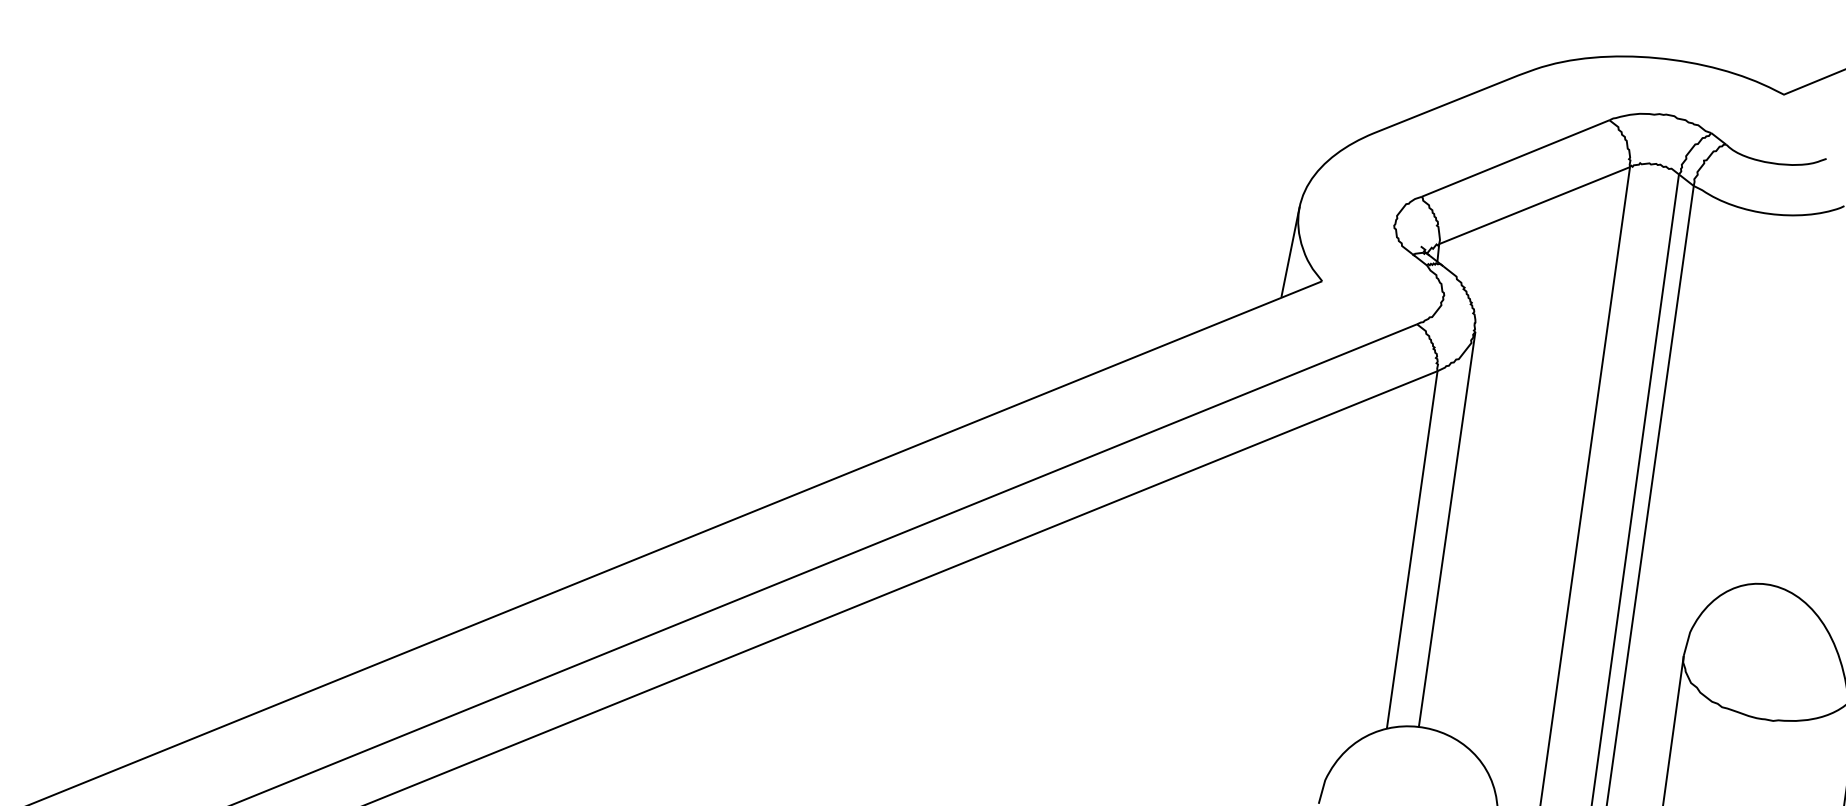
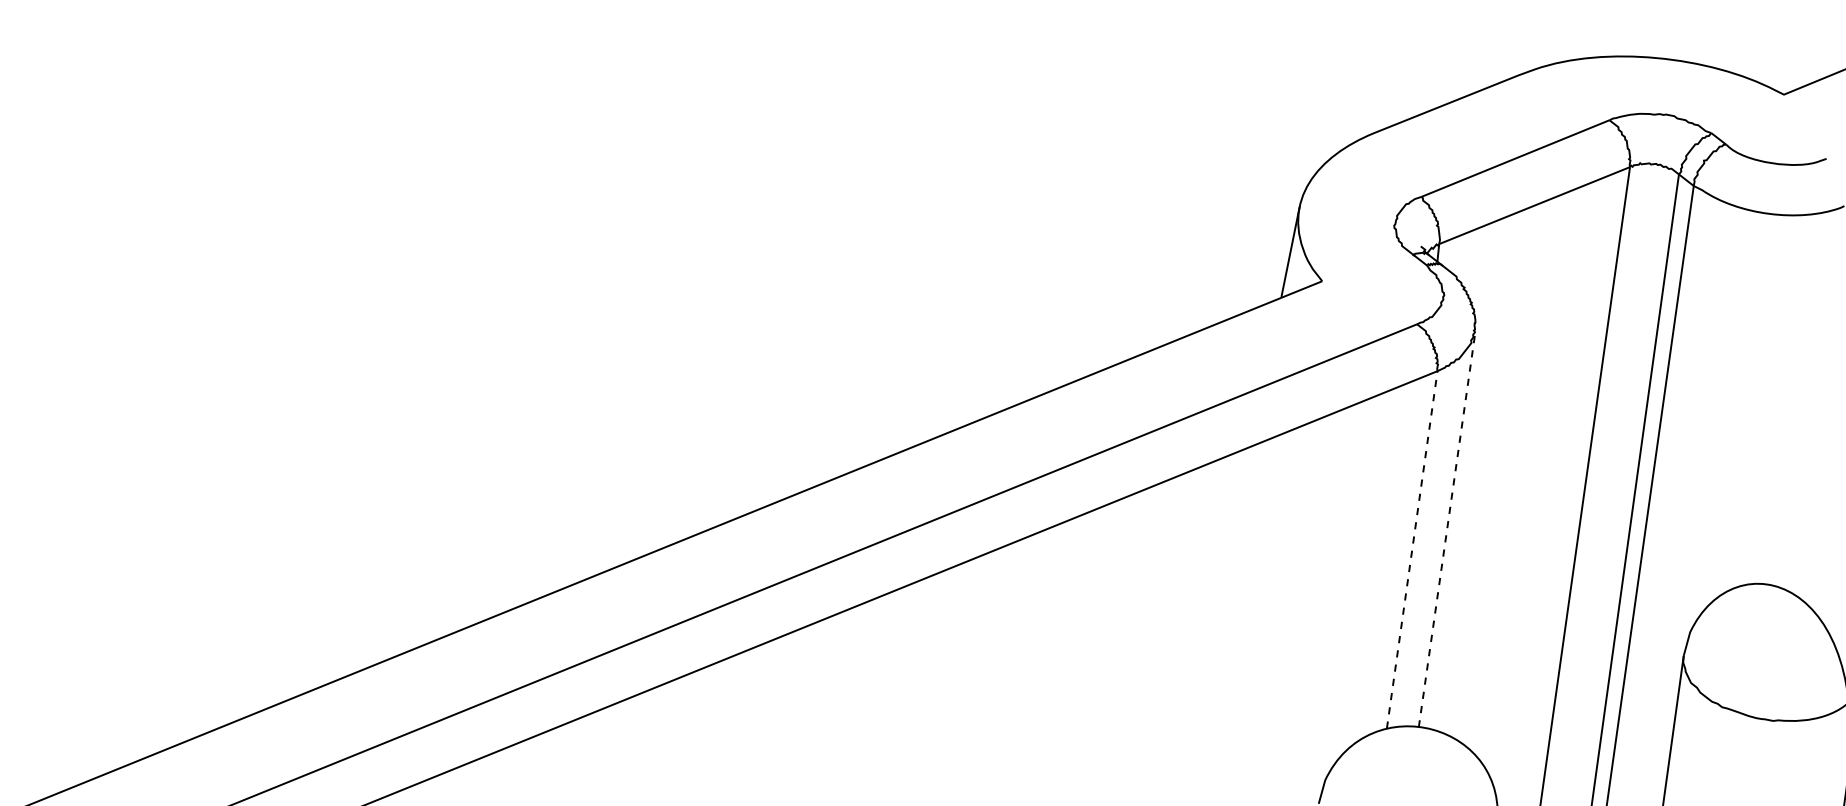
line at (1447, 529): solid -> dashed
line at (1412, 549): solid -> dashed
